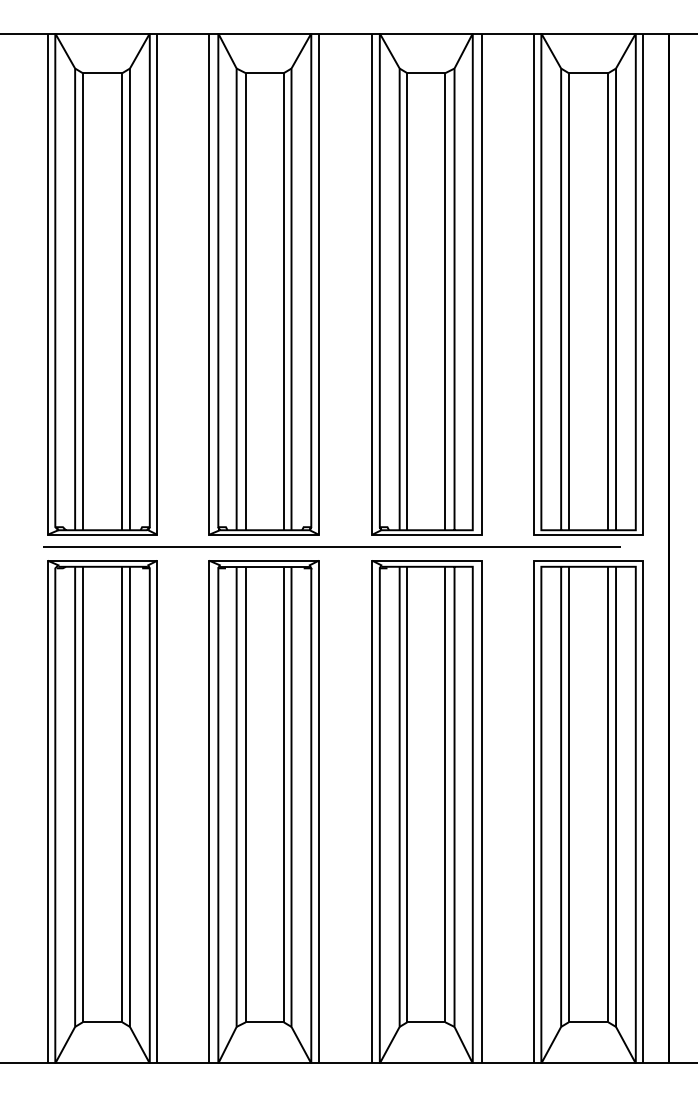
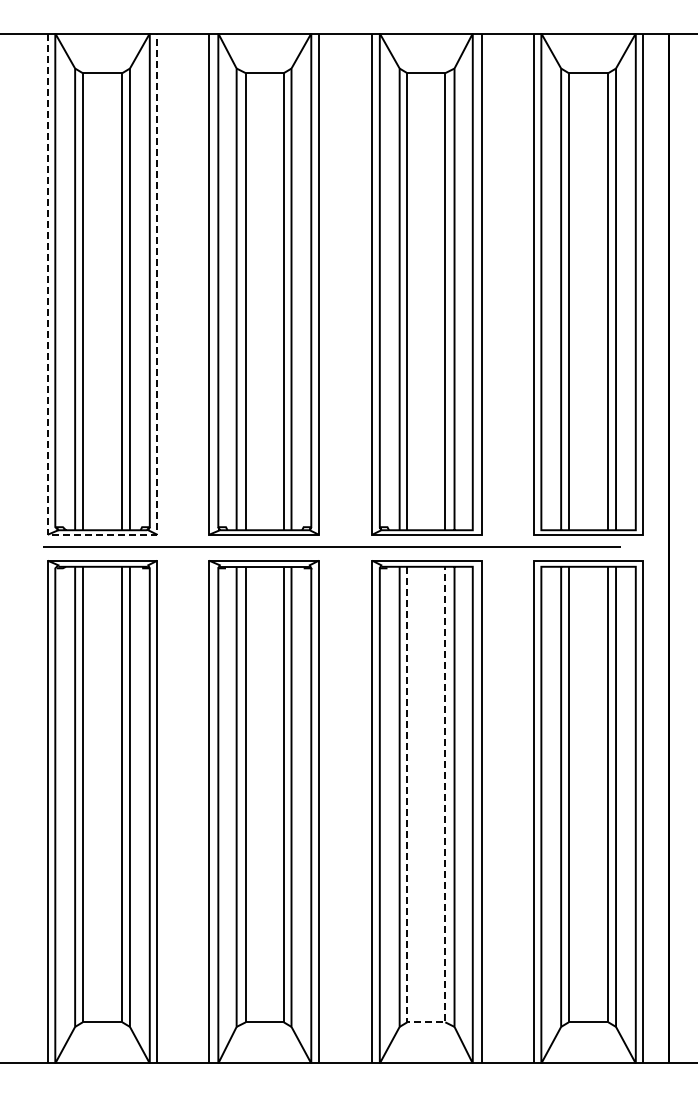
line at (102, 534): solid -> dashed
line at (426, 1022): solid -> dashed
